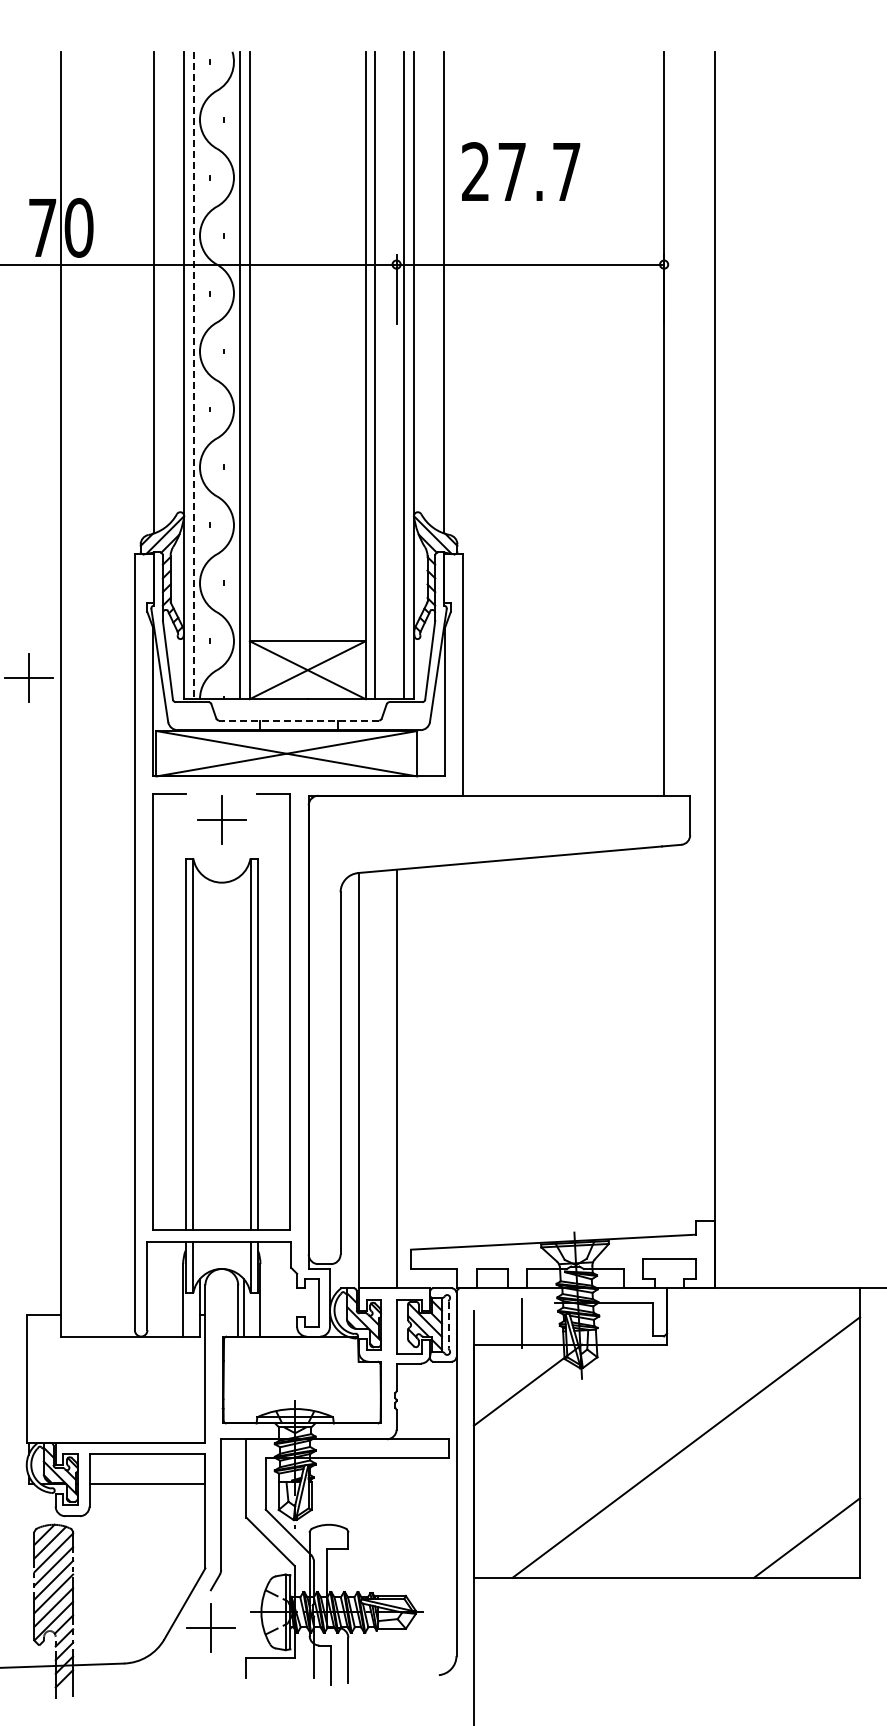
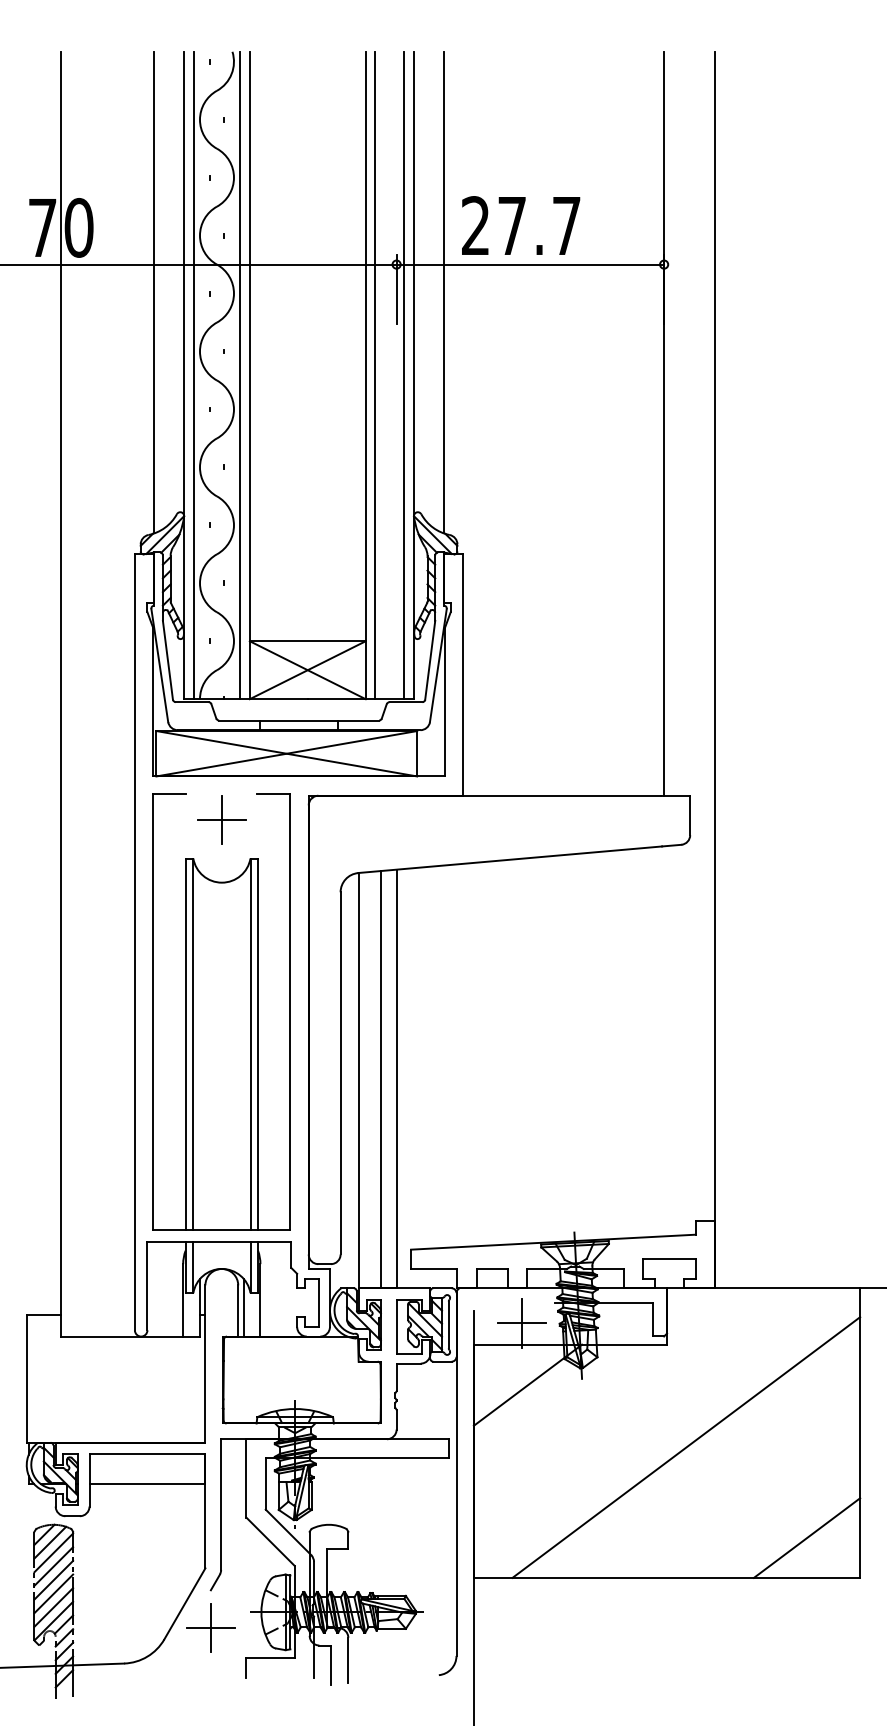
text at (521, 171) position: (521, 171) -> (521, 225)
line at (193, 375): dashed -> solid
part at (28, 677): present -> none
line at (298, 720): dashed -> solid
line at (380, 1079): none -> present
line at (522, 1323): none -> present
line at (448, 1325): dashed -> solid
